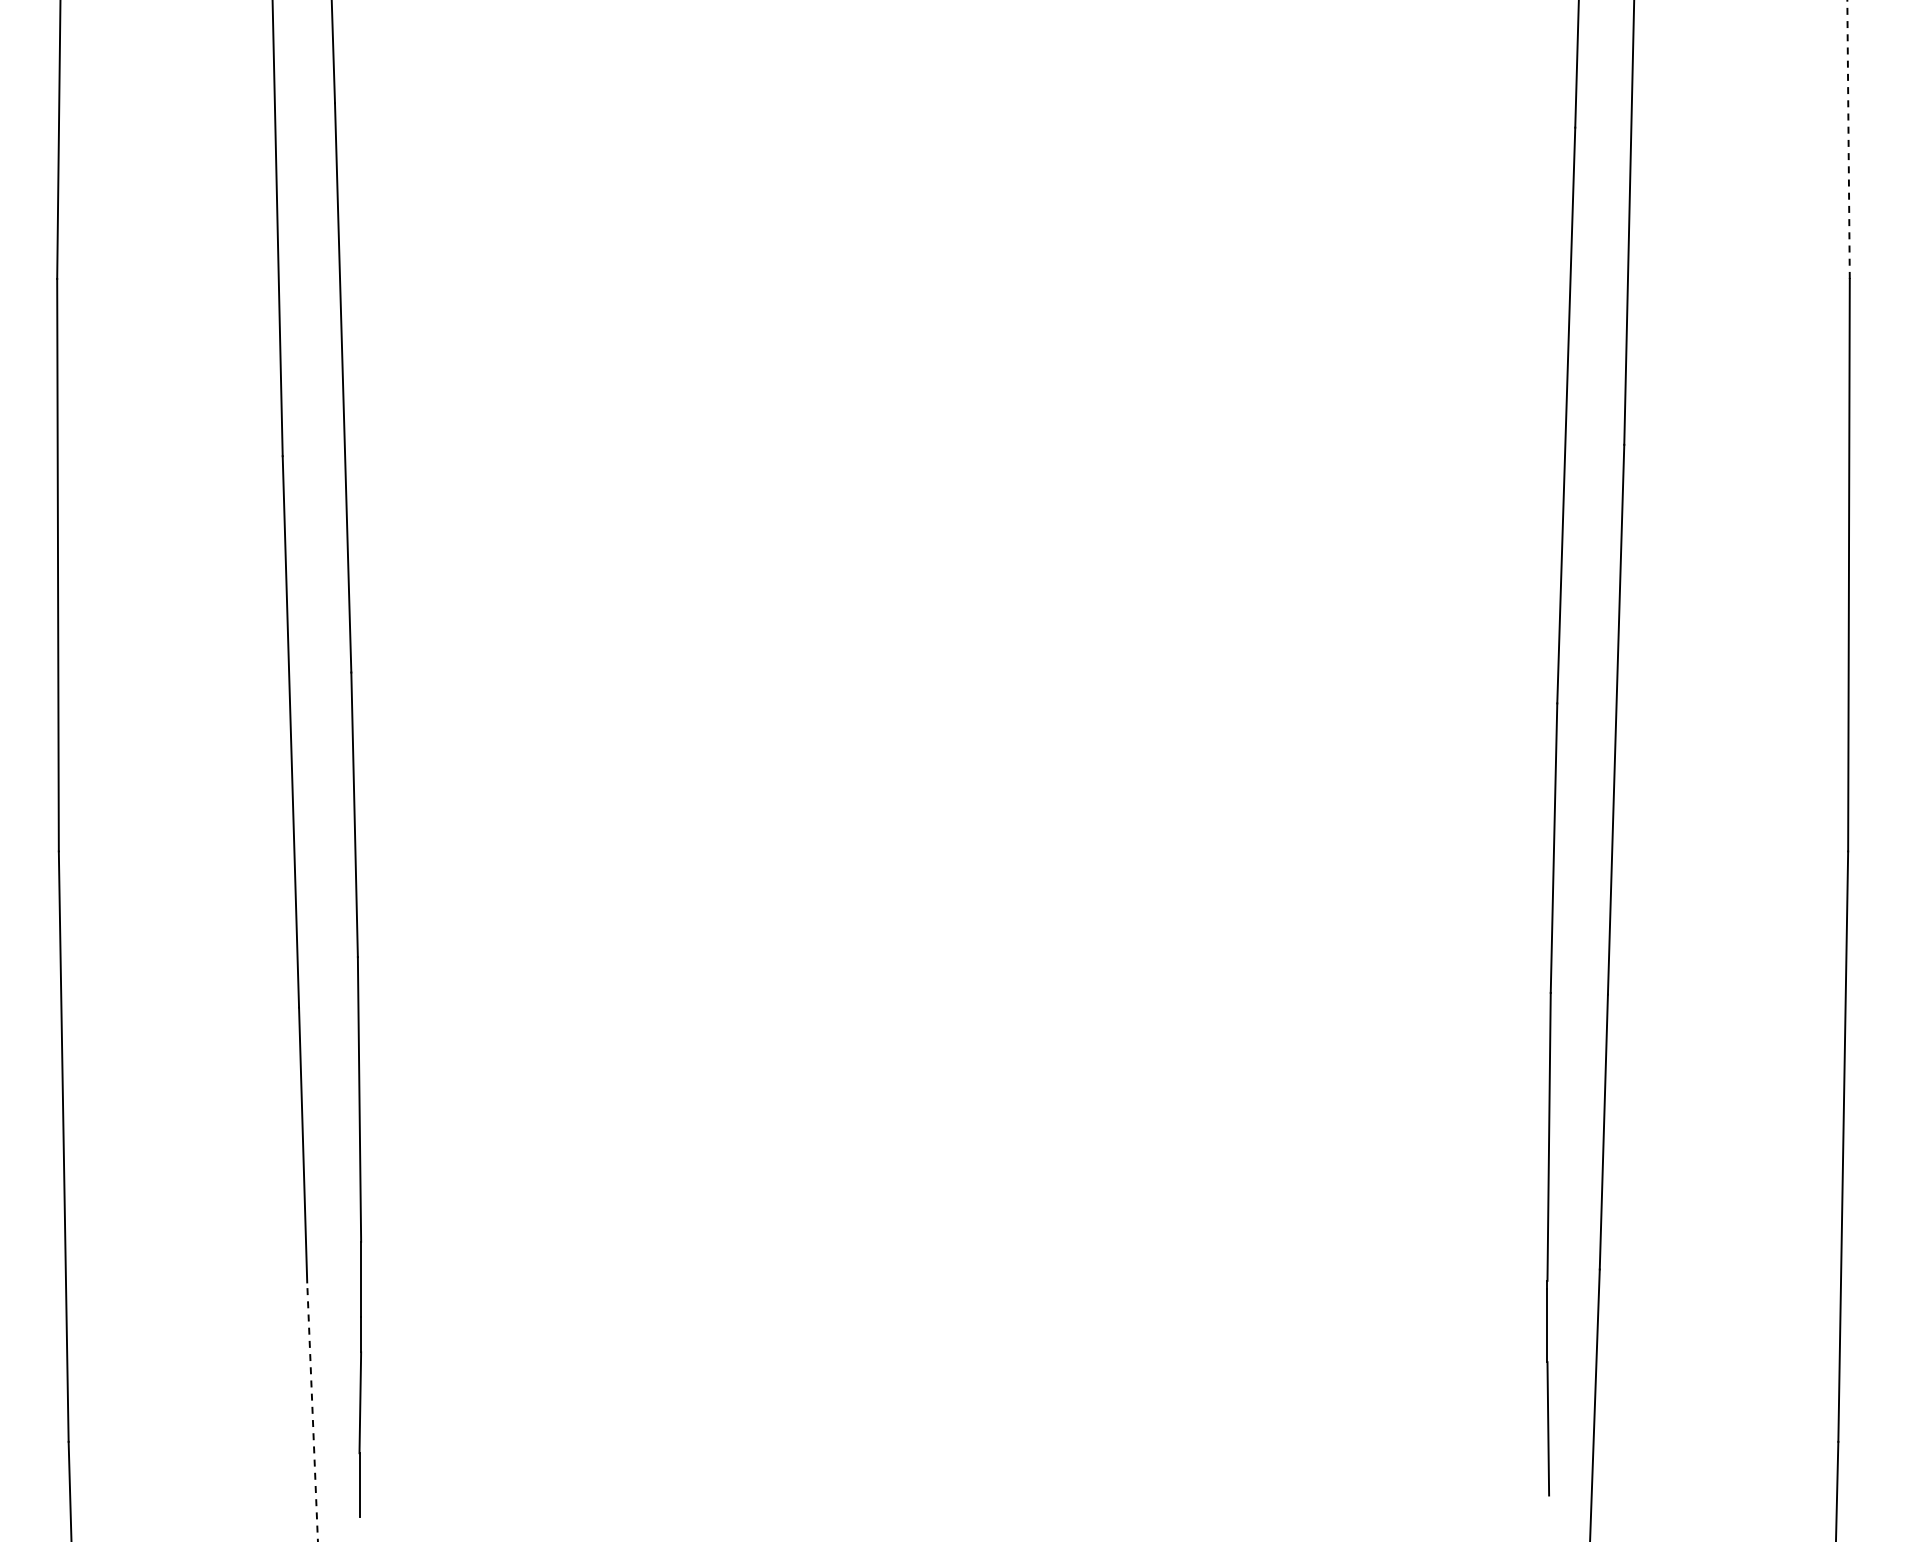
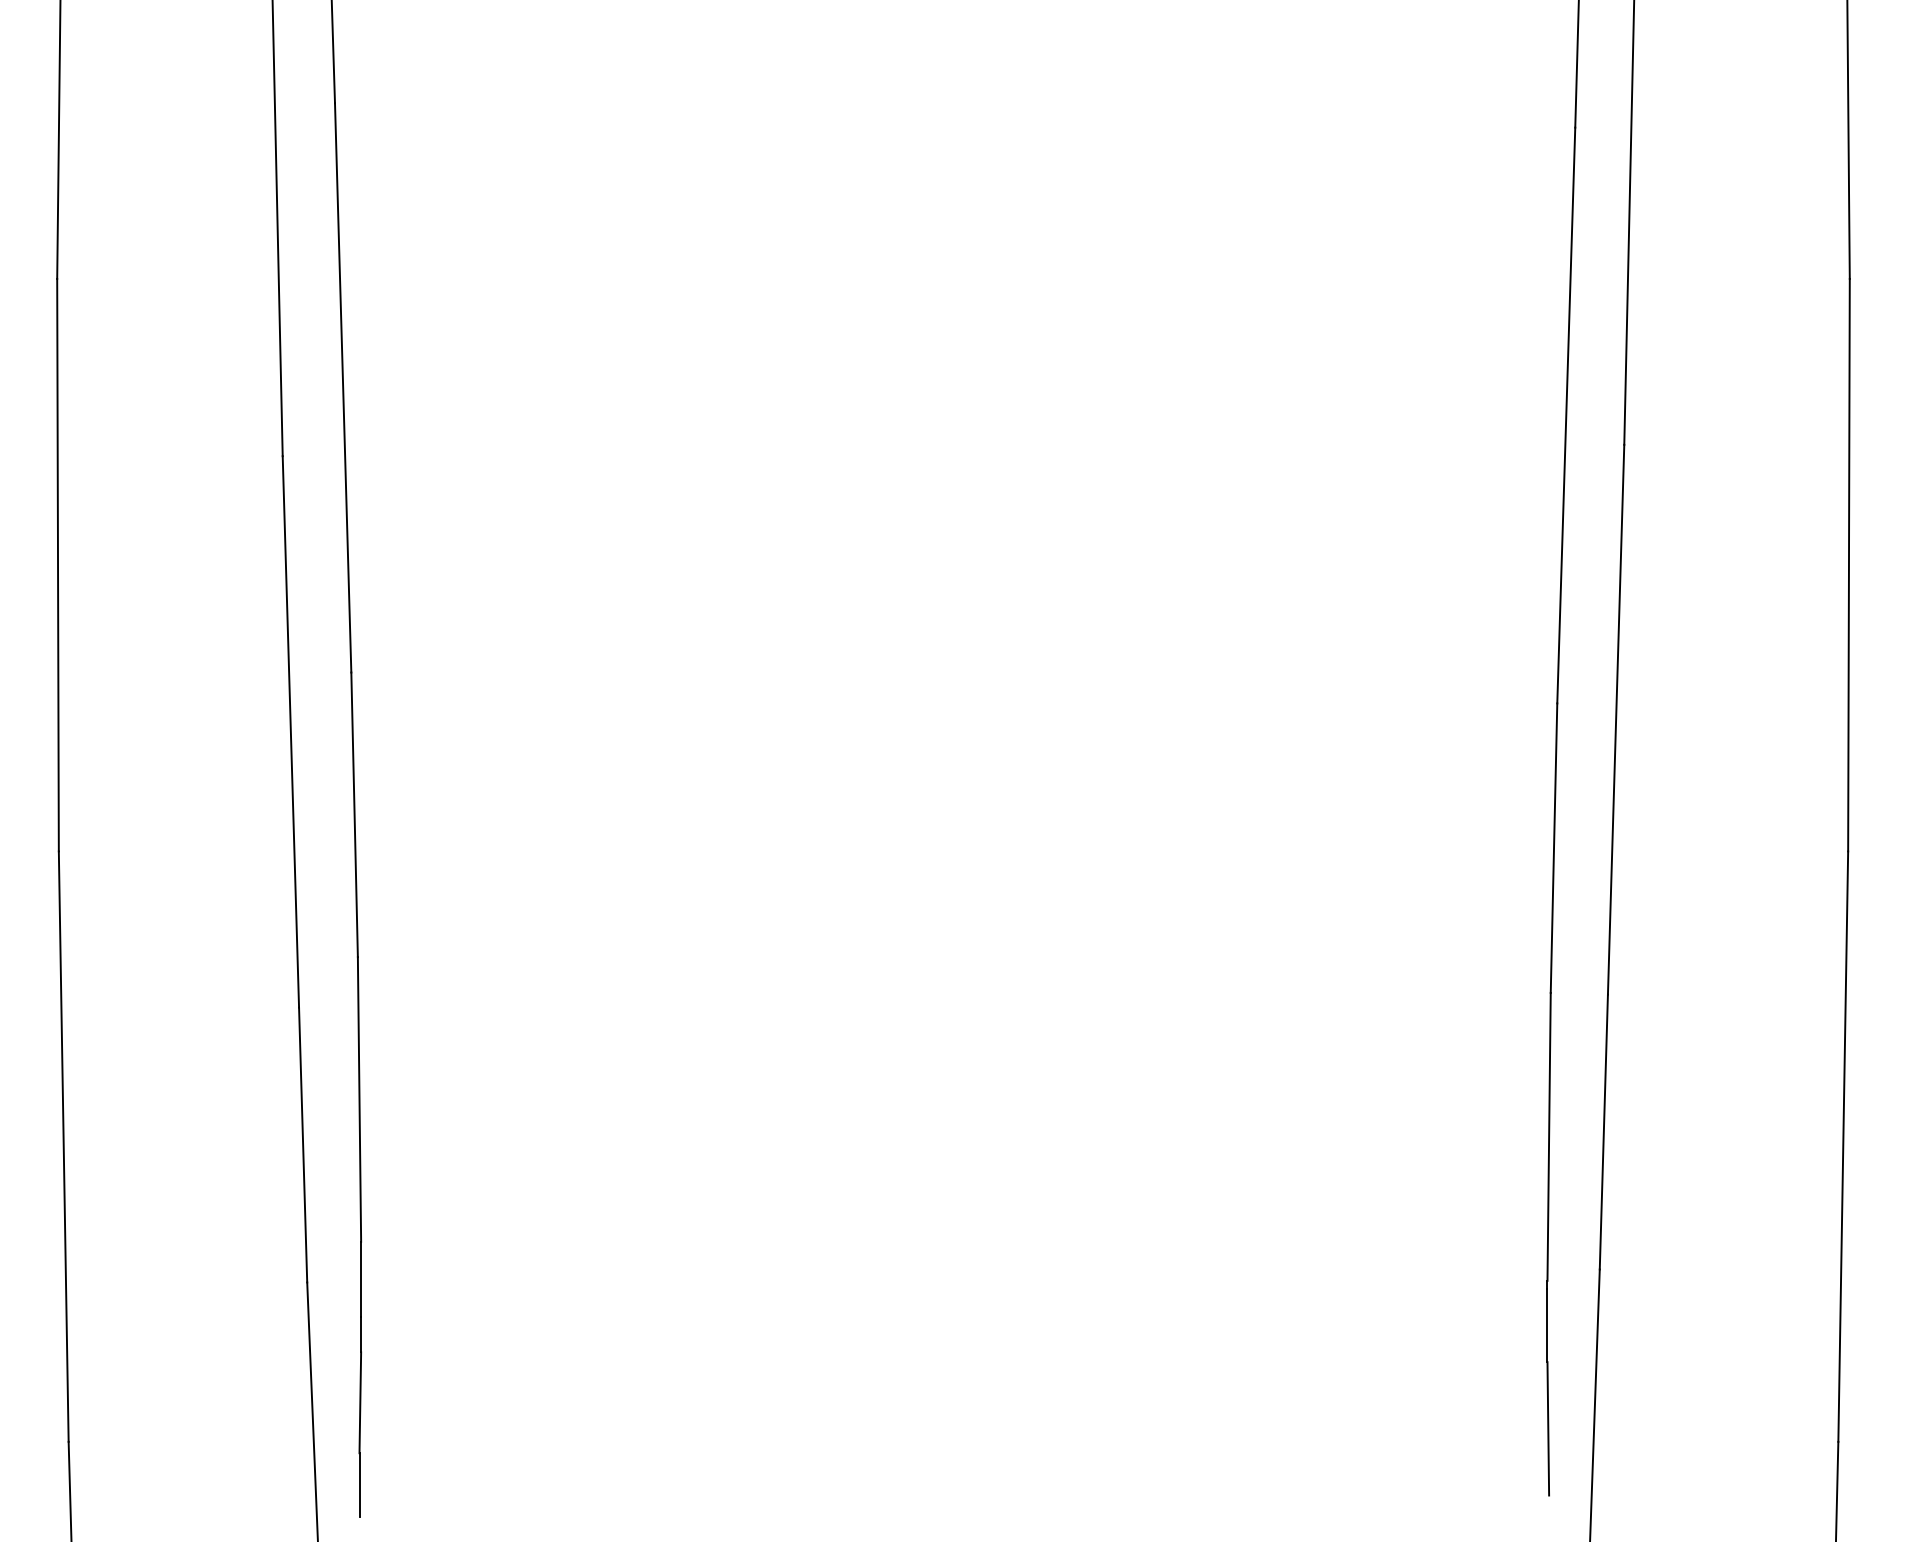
line at (1848, 138): dashed -> solid
line at (312, 1412): dashed -> solid
